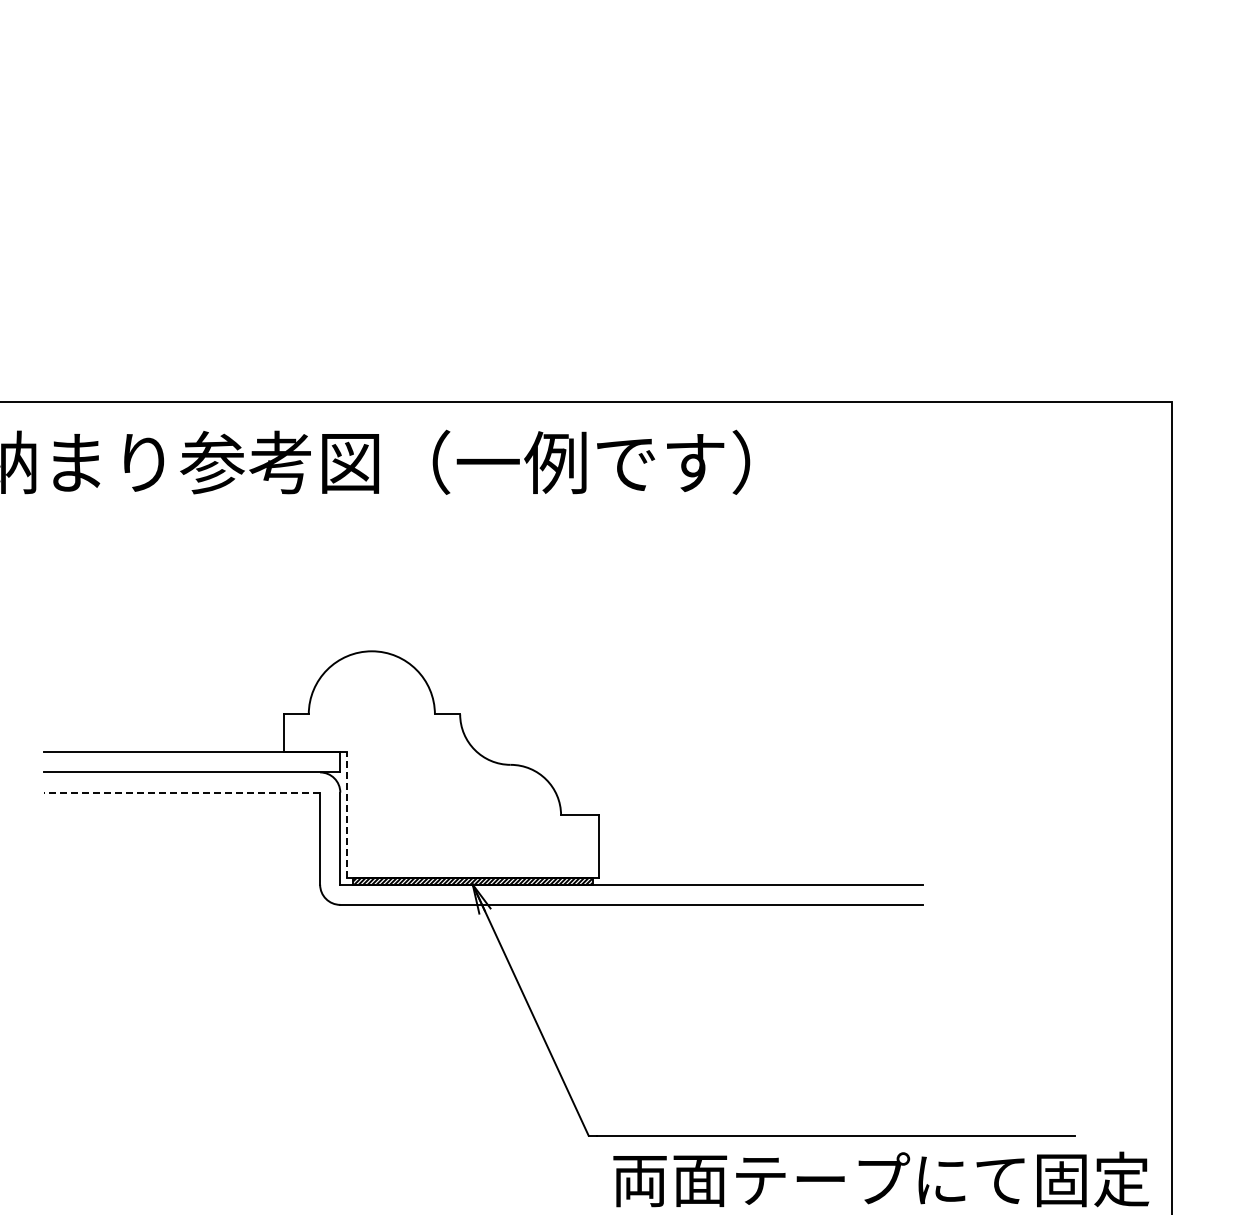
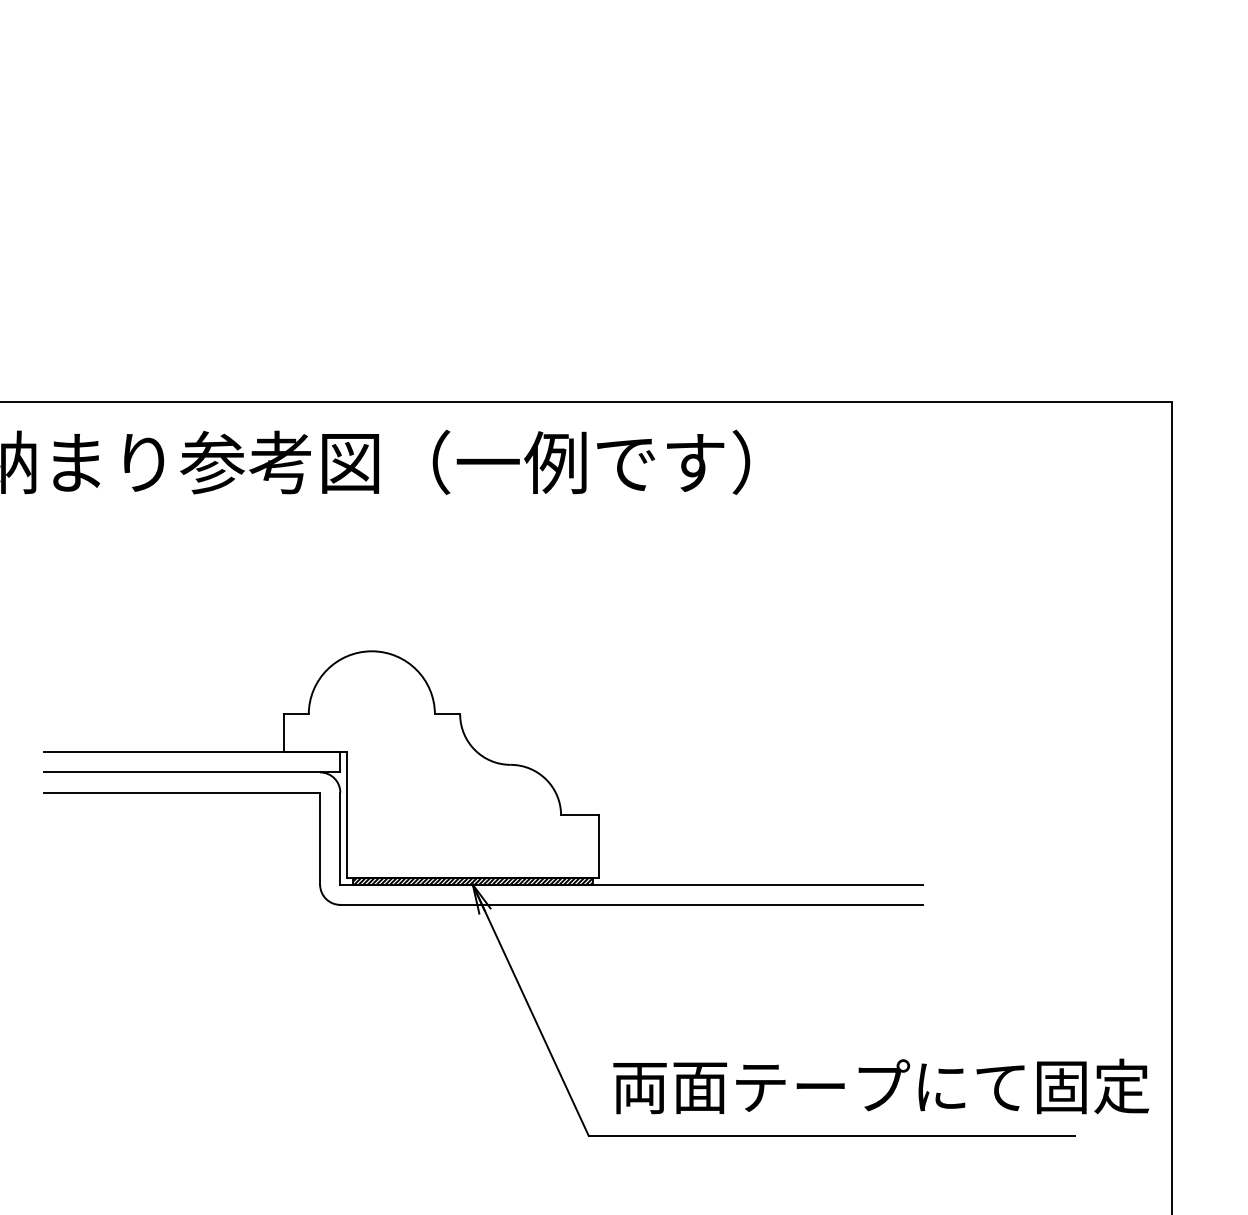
line at (181, 792): dashed -> solid
line at (346, 814): dashed -> solid
text at (881, 1179) position: (881, 1179) -> (881, 1086)
